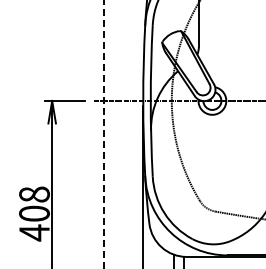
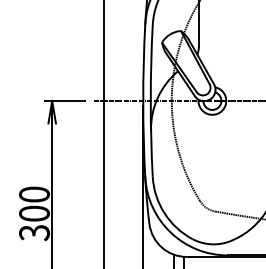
line at (104, 134): dashed -> solid
text at (34, 213): 408 -> 300
